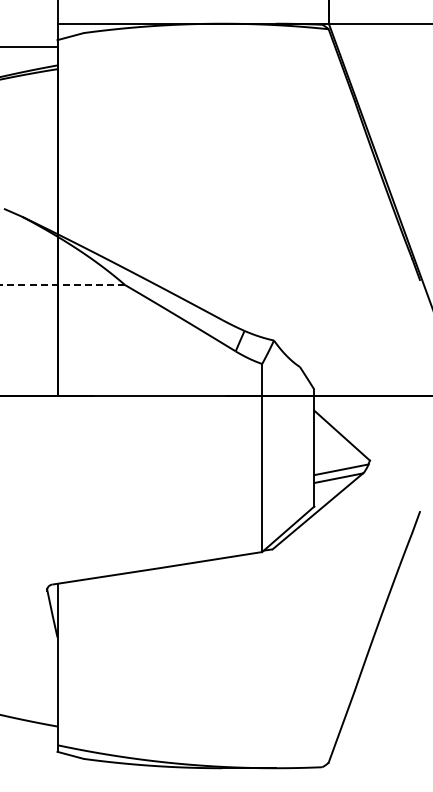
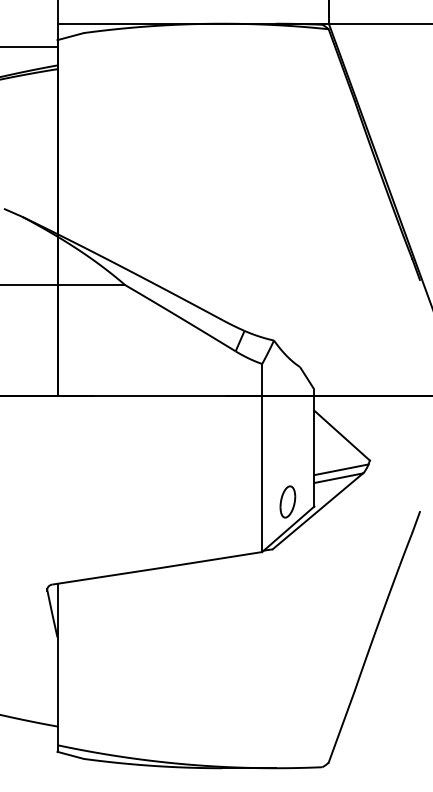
line at (62, 285): dashed -> solid
part at (287, 501): none -> present
